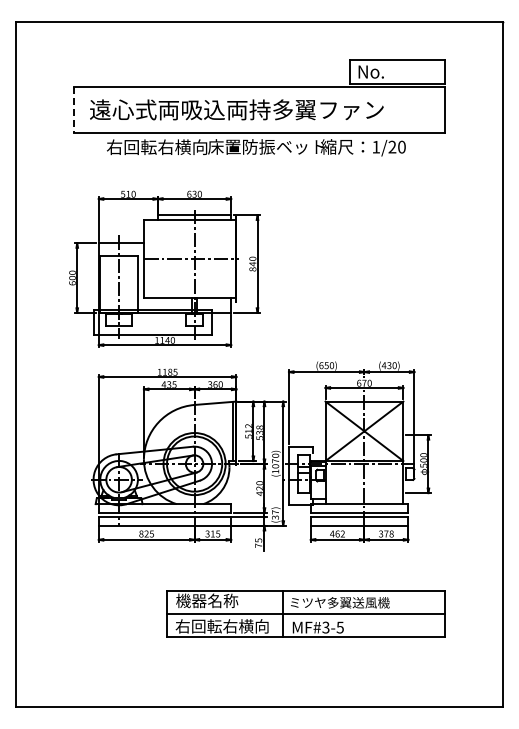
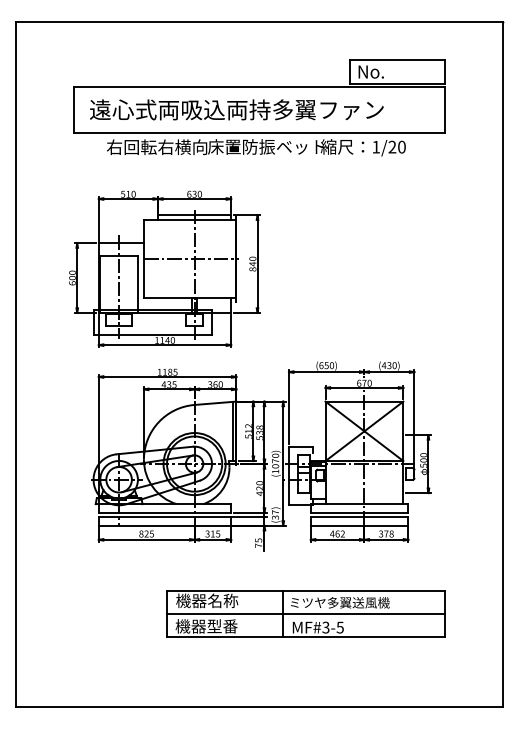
line at (73, 110): dashed -> solid
text at (221, 626): 右回転右横向 -> 機器型番
